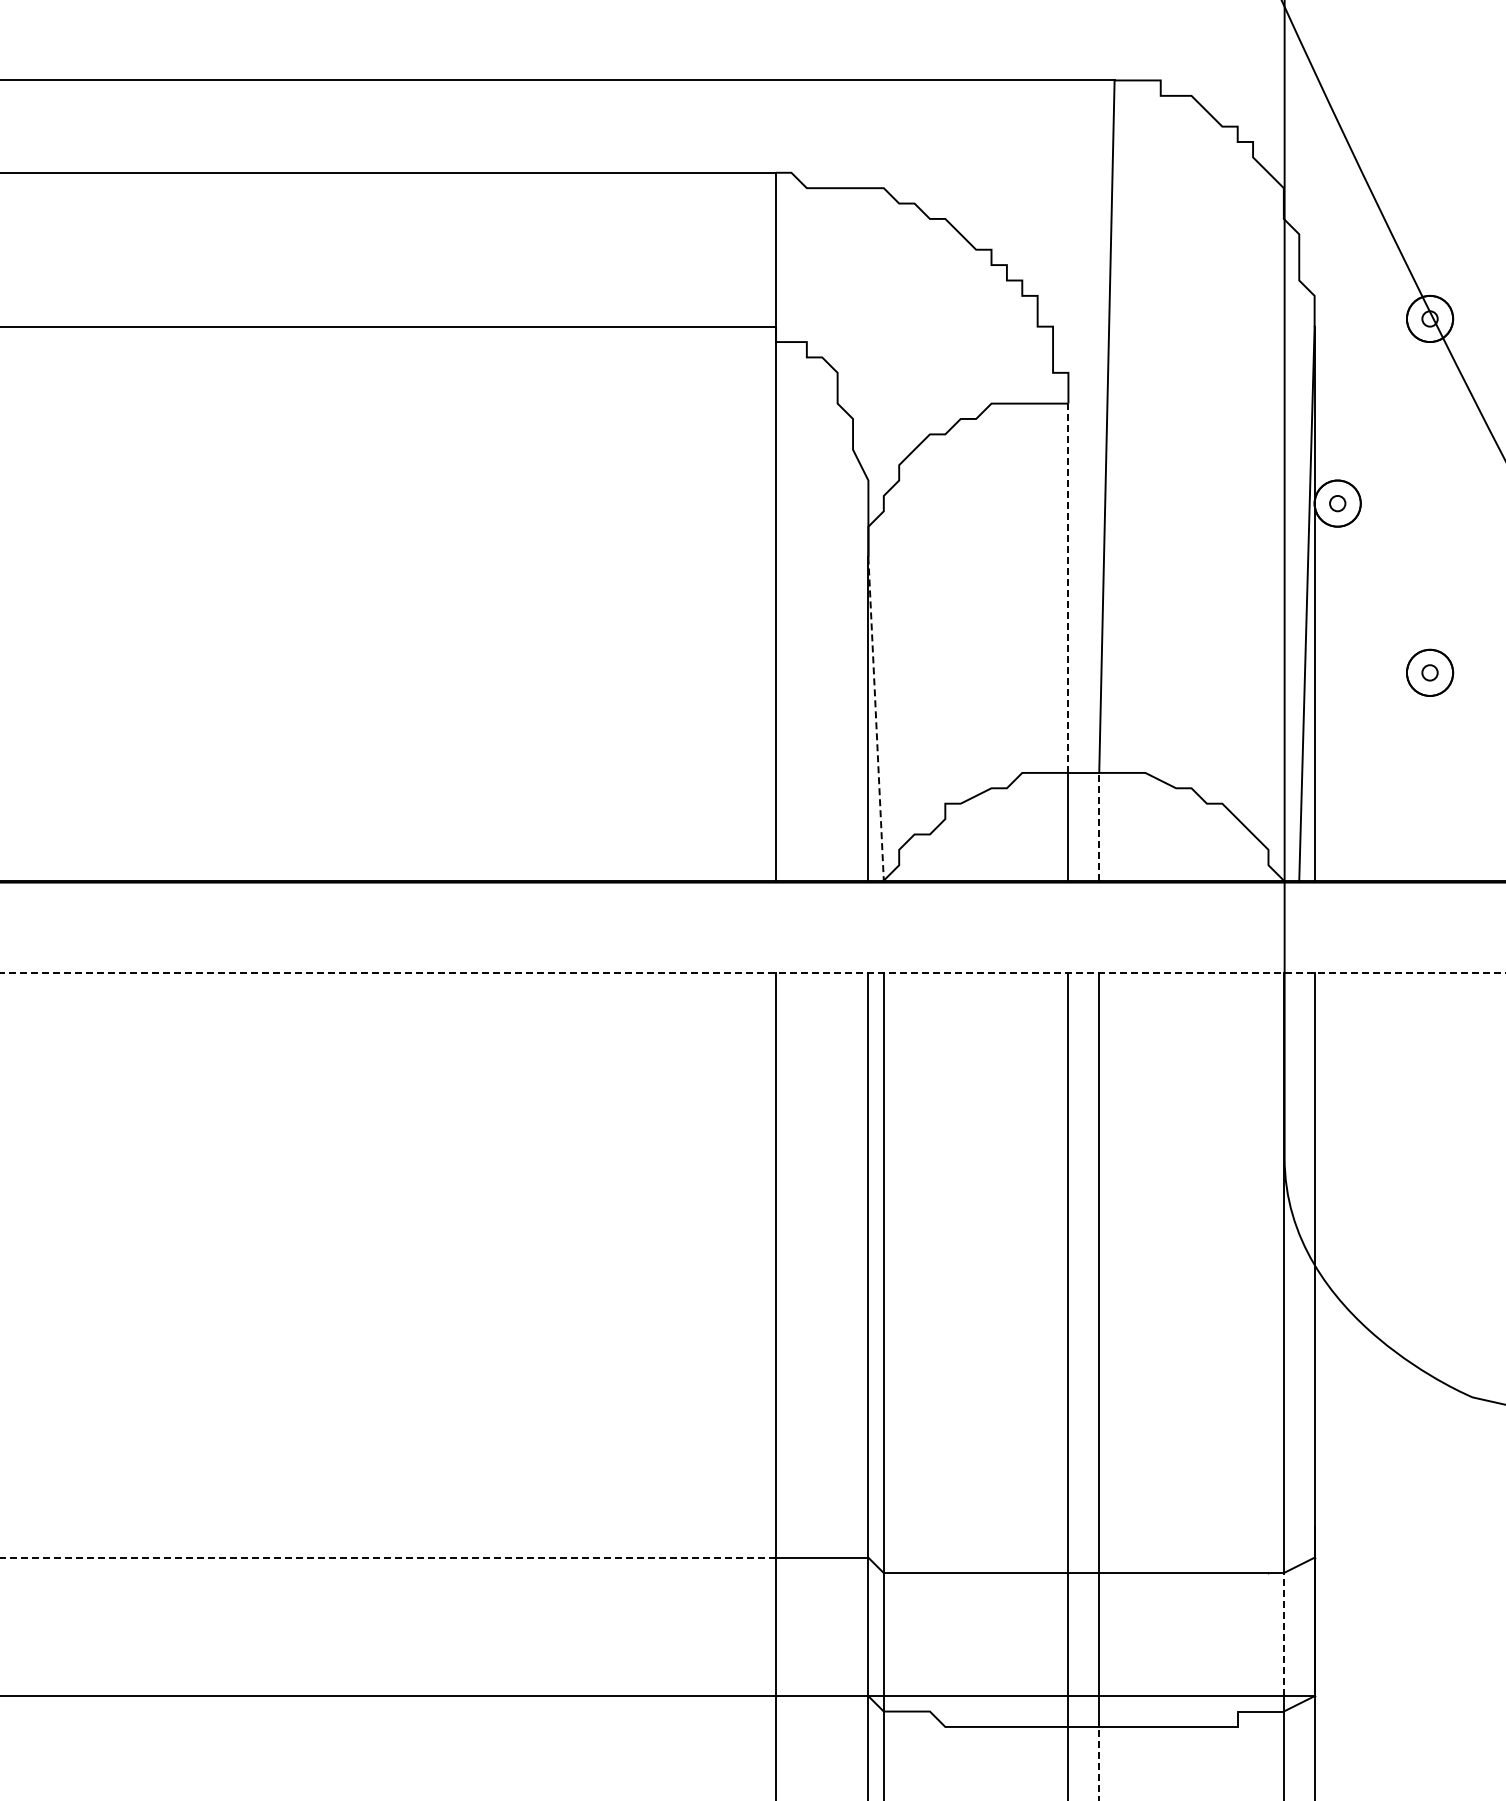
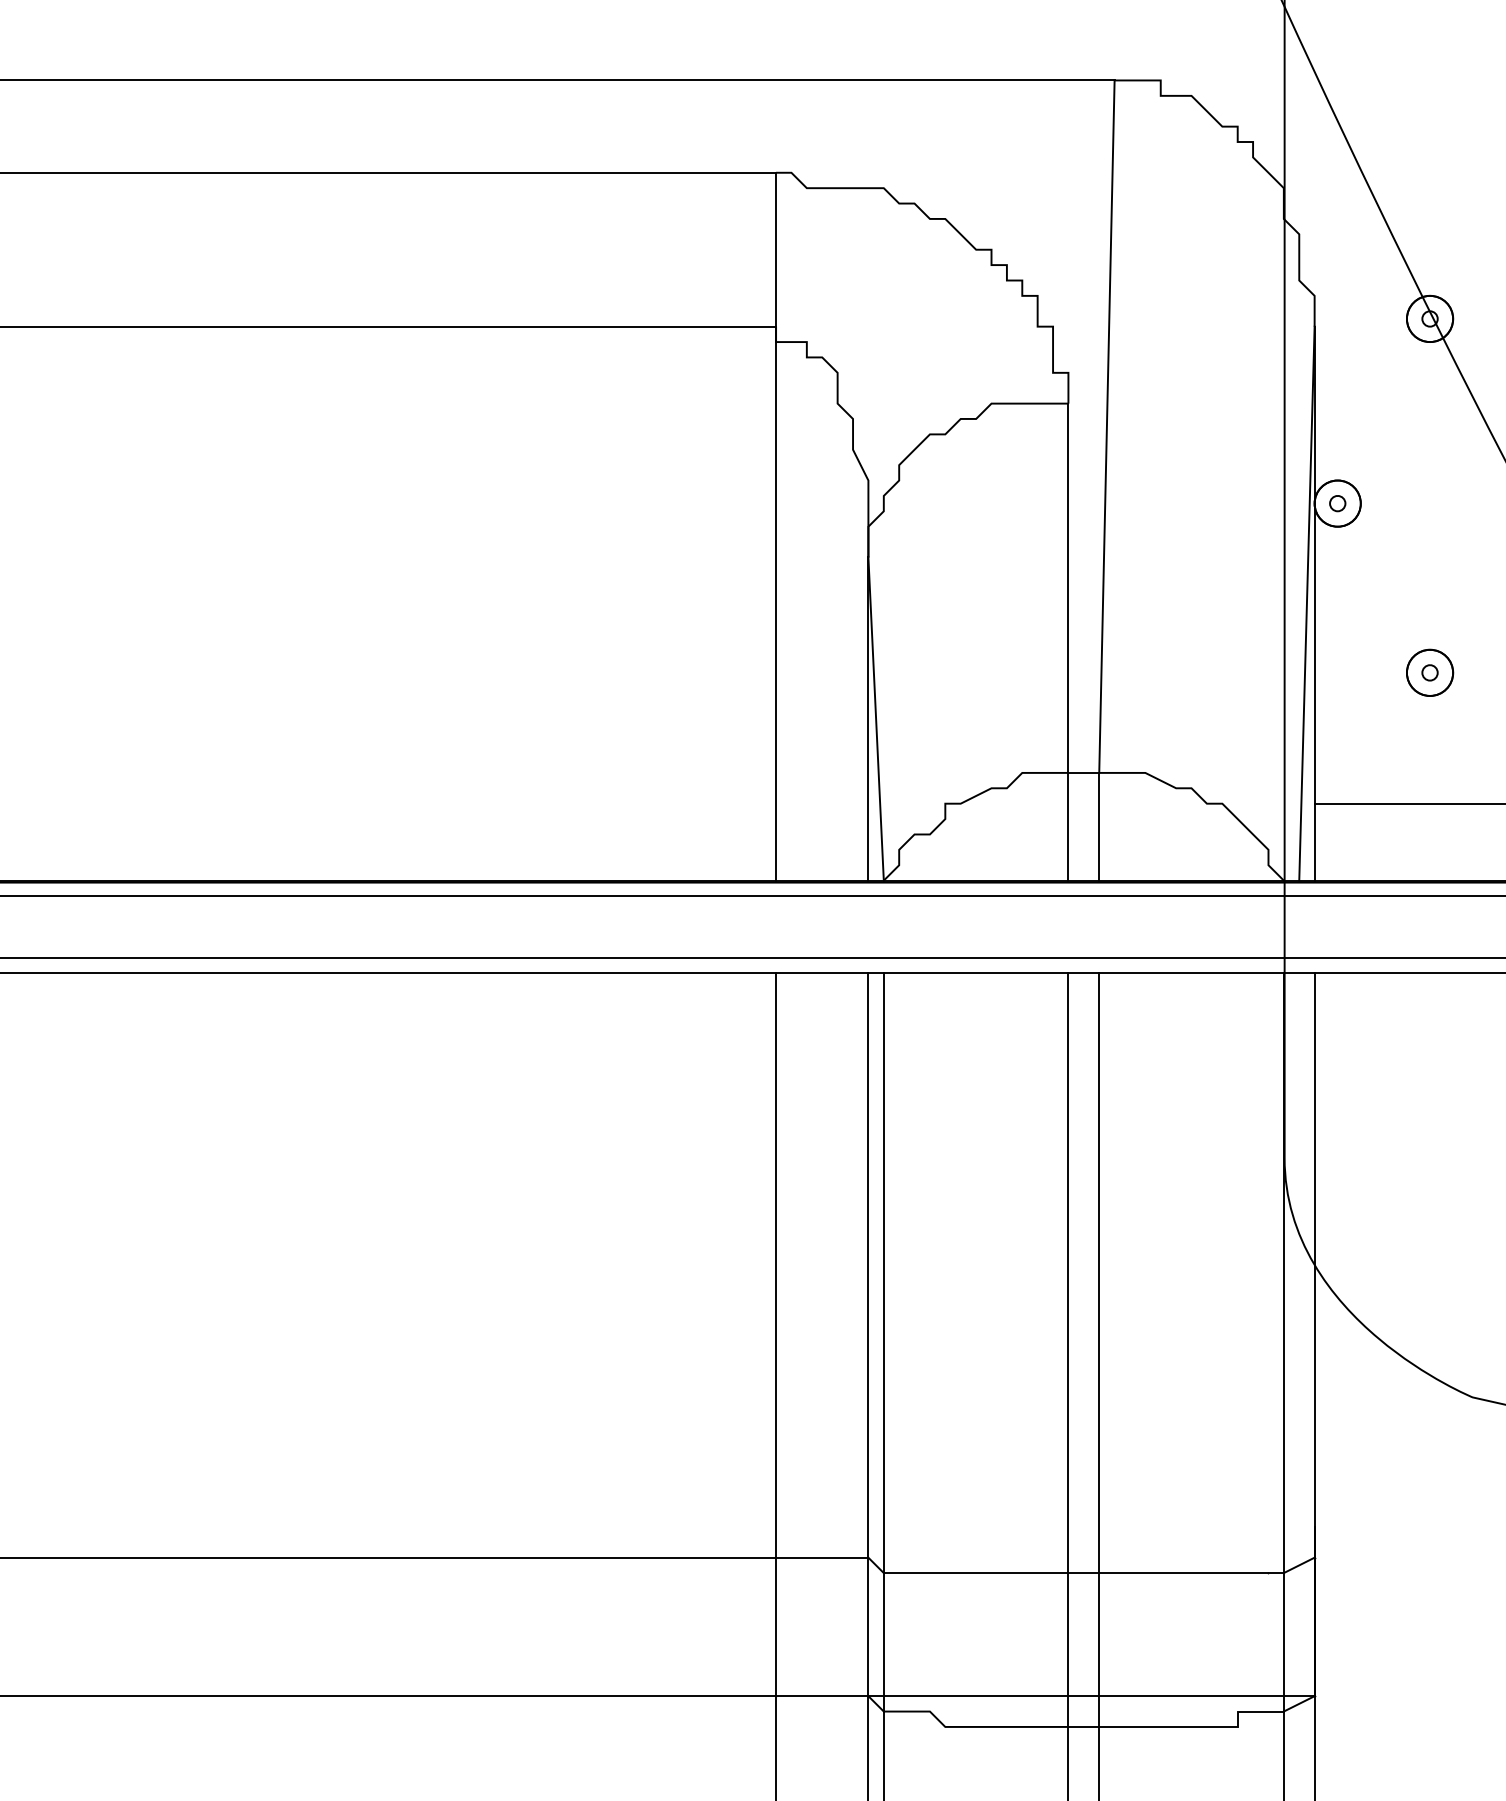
line at (1068, 588): dashed -> solid
line at (876, 719): dashed -> solid
line at (1408, 803): none -> present
line at (1099, 826): dashed -> solid
line at (752, 896): none -> present
line at (752, 957): none -> present
line at (753, 972): dashed -> solid
line at (388, 1557): dashed -> solid
line at (1283, 1634): dashed -> solid
line at (1099, 1763): dashed -> solid
